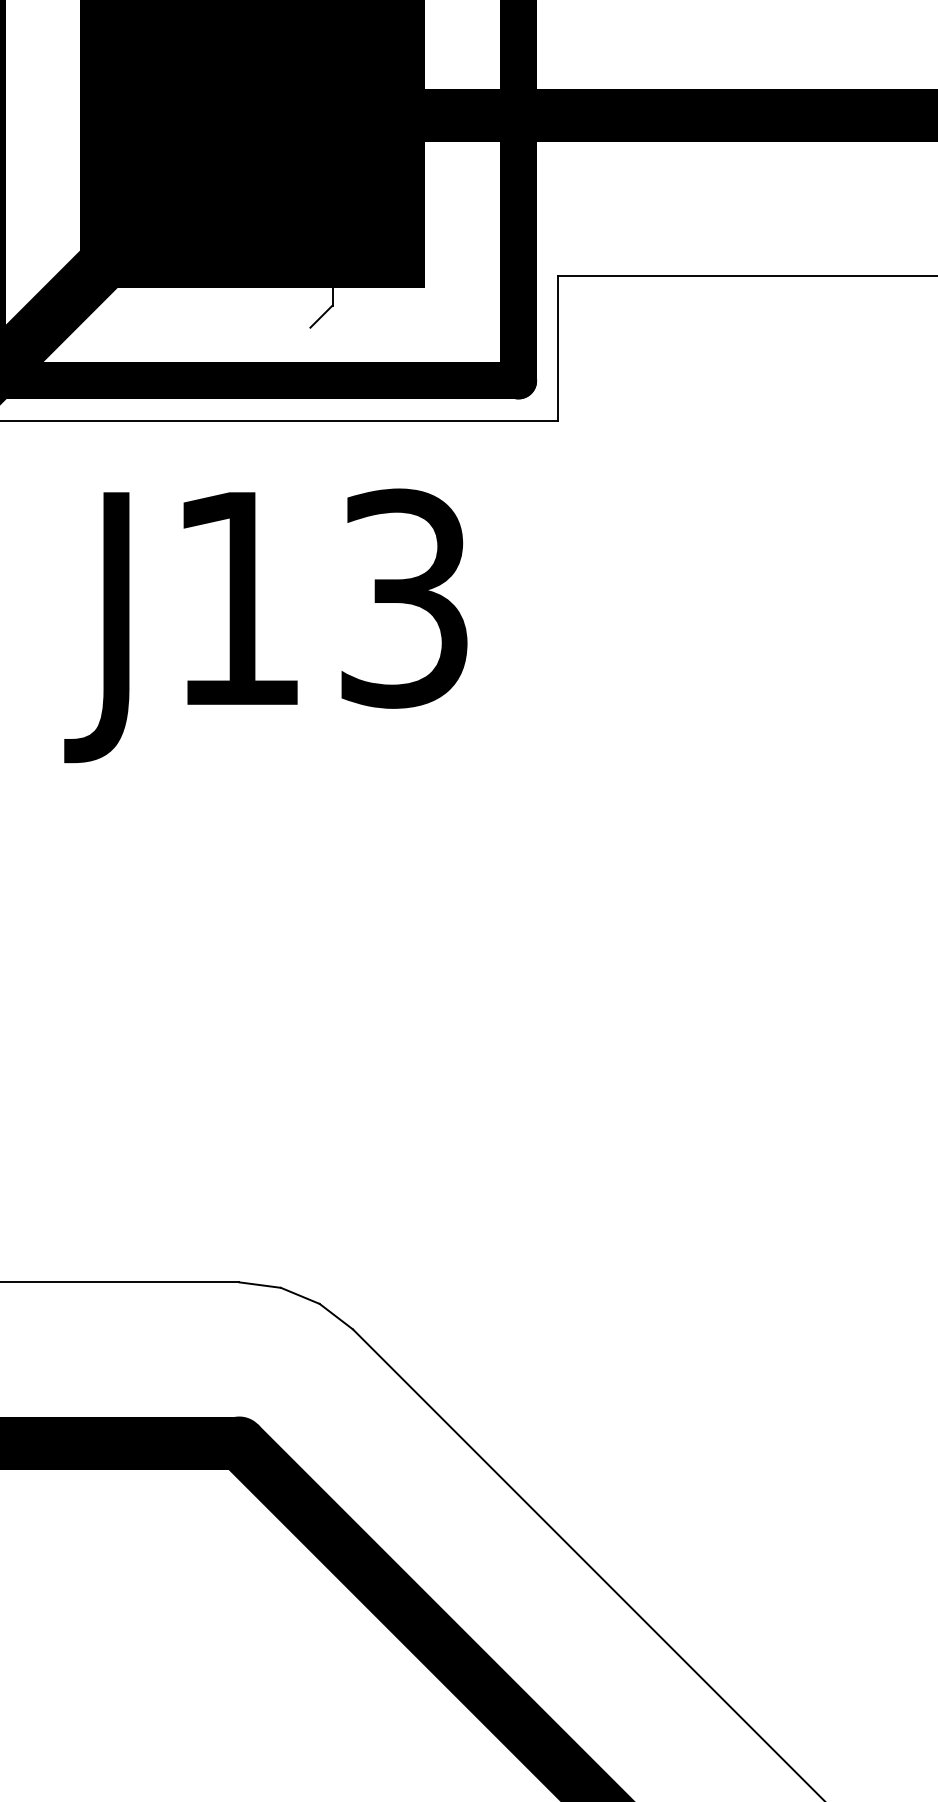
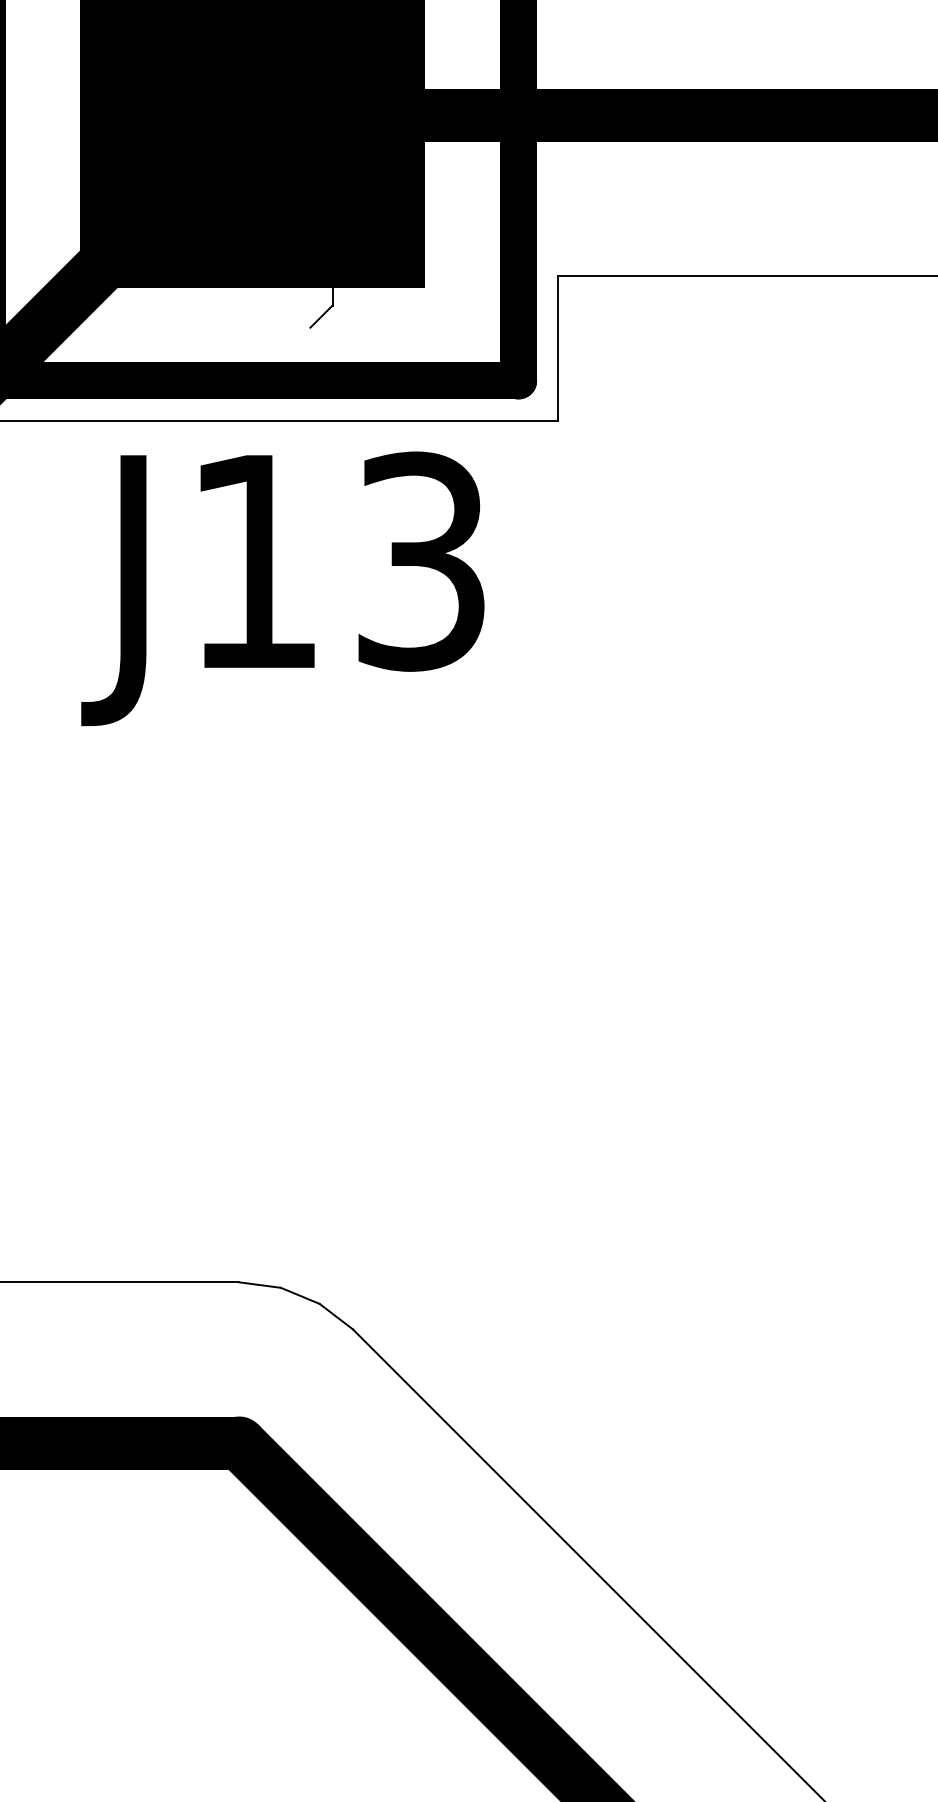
text at (265, 625) position: (265, 625) -> (282, 588)
